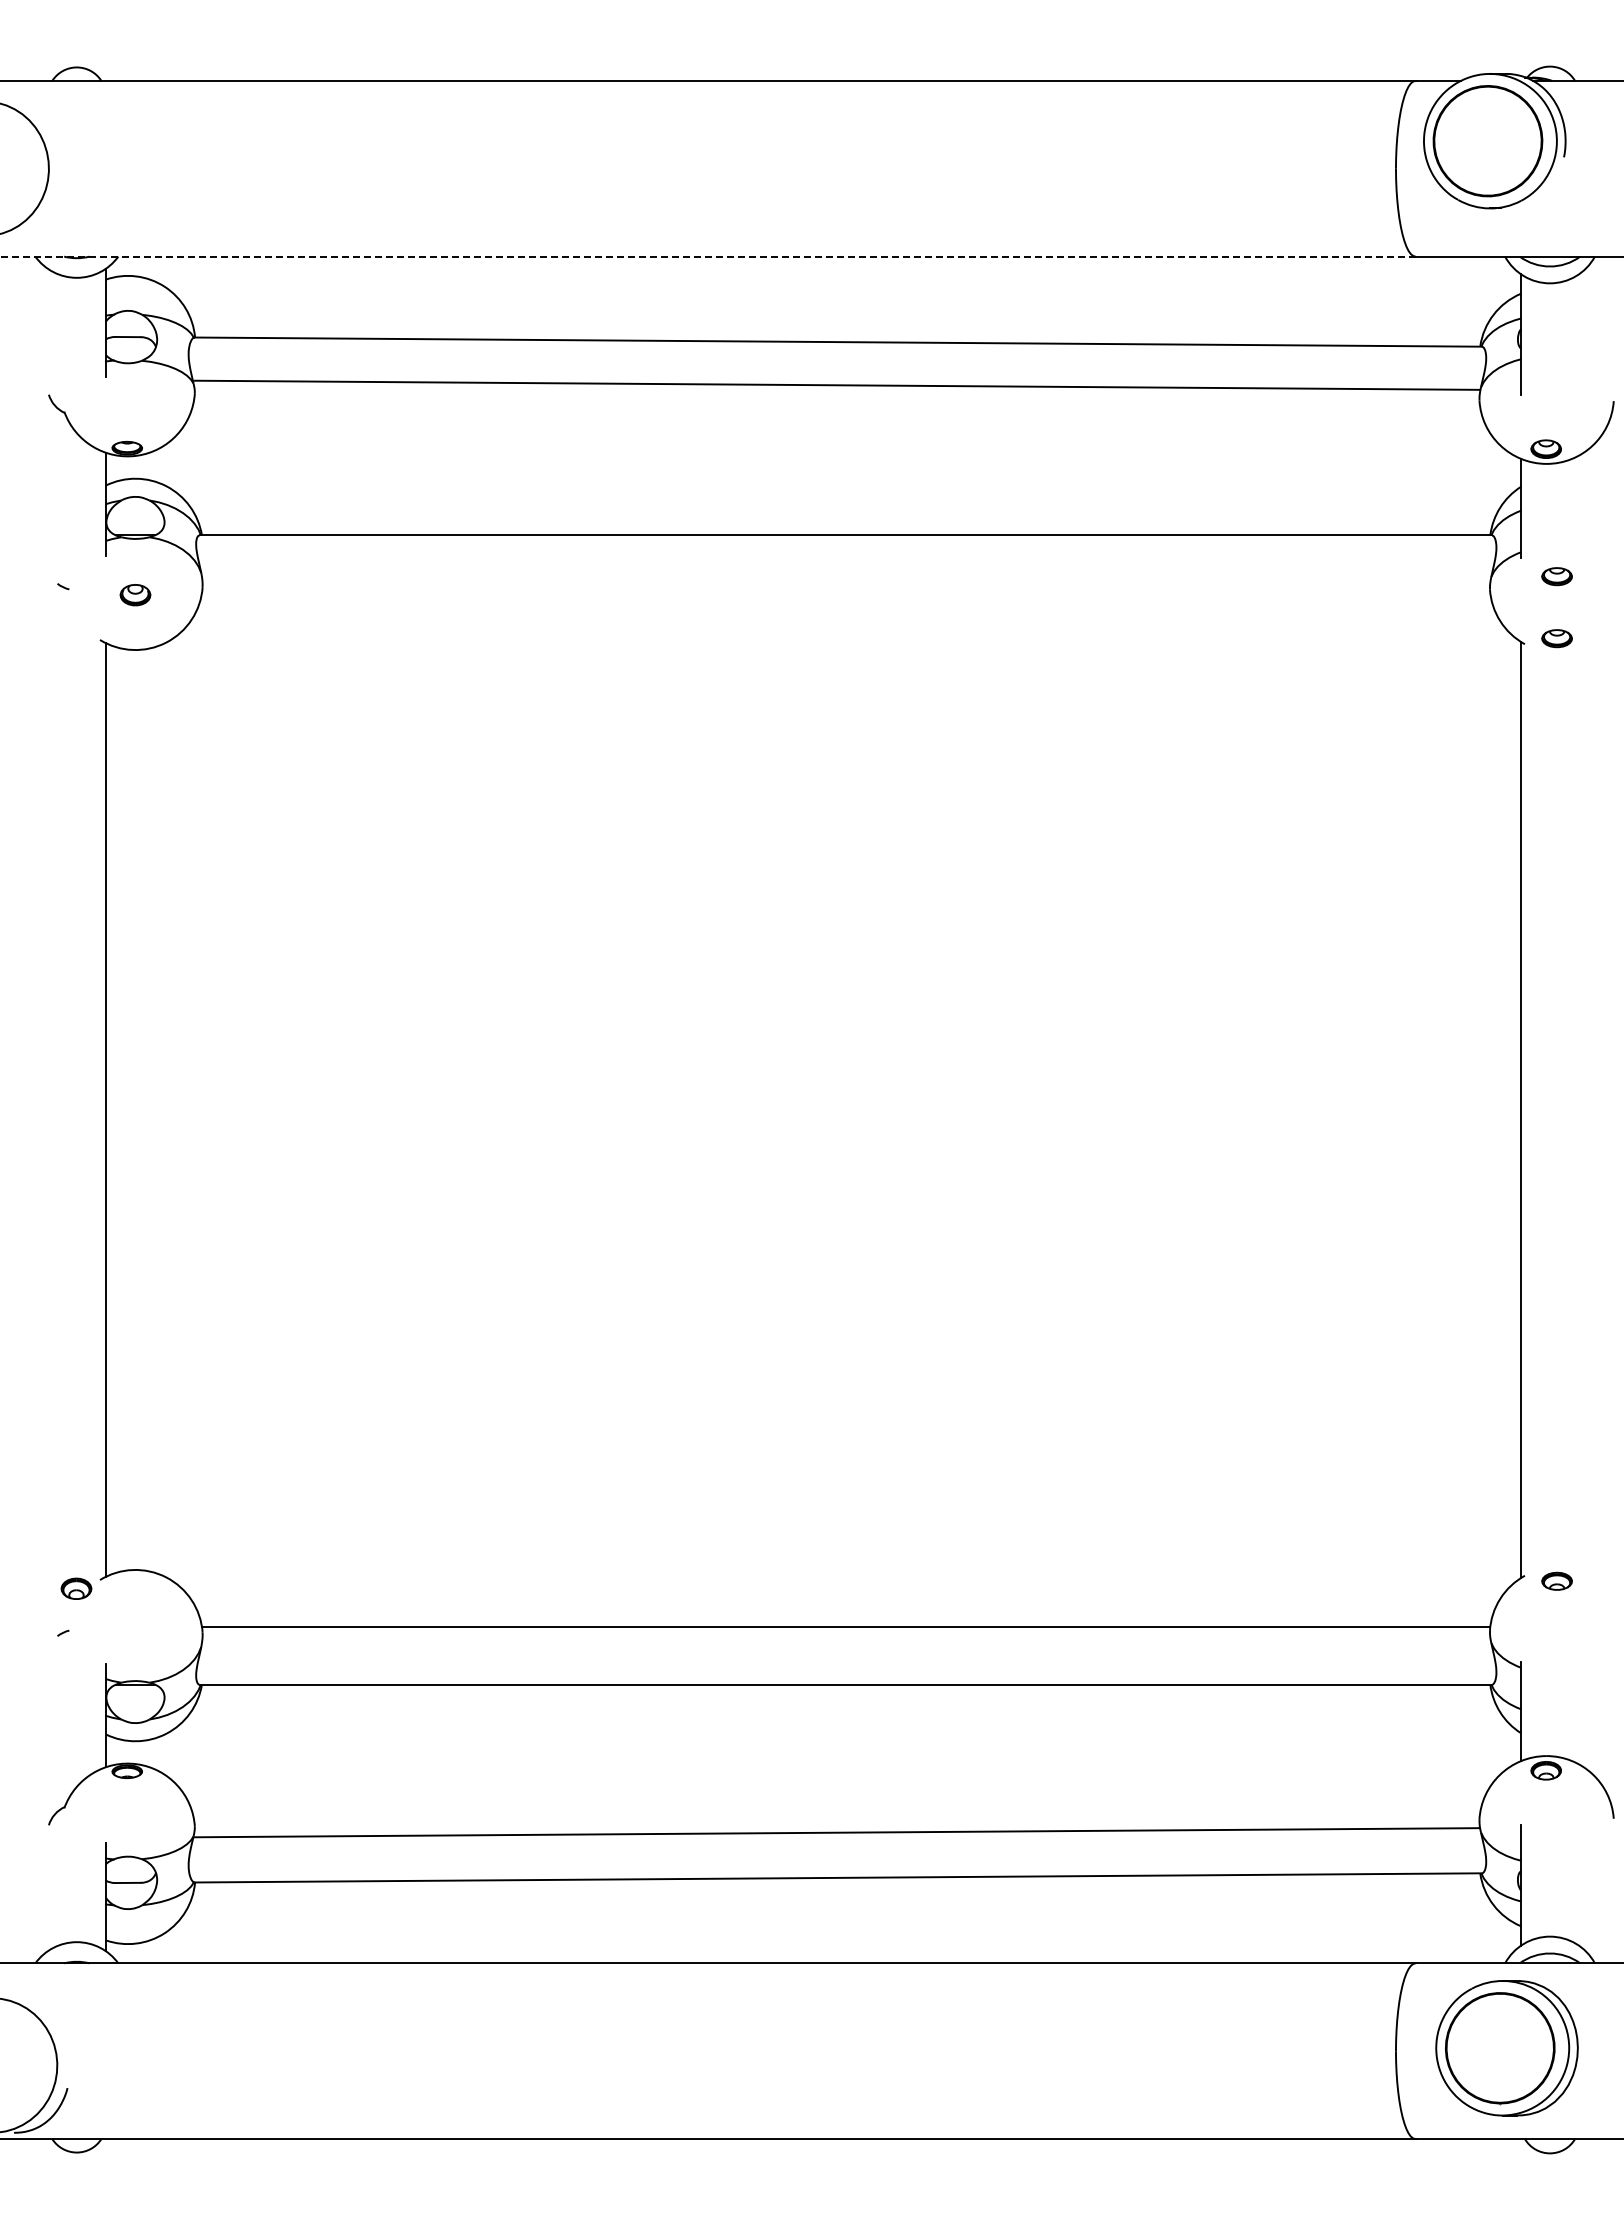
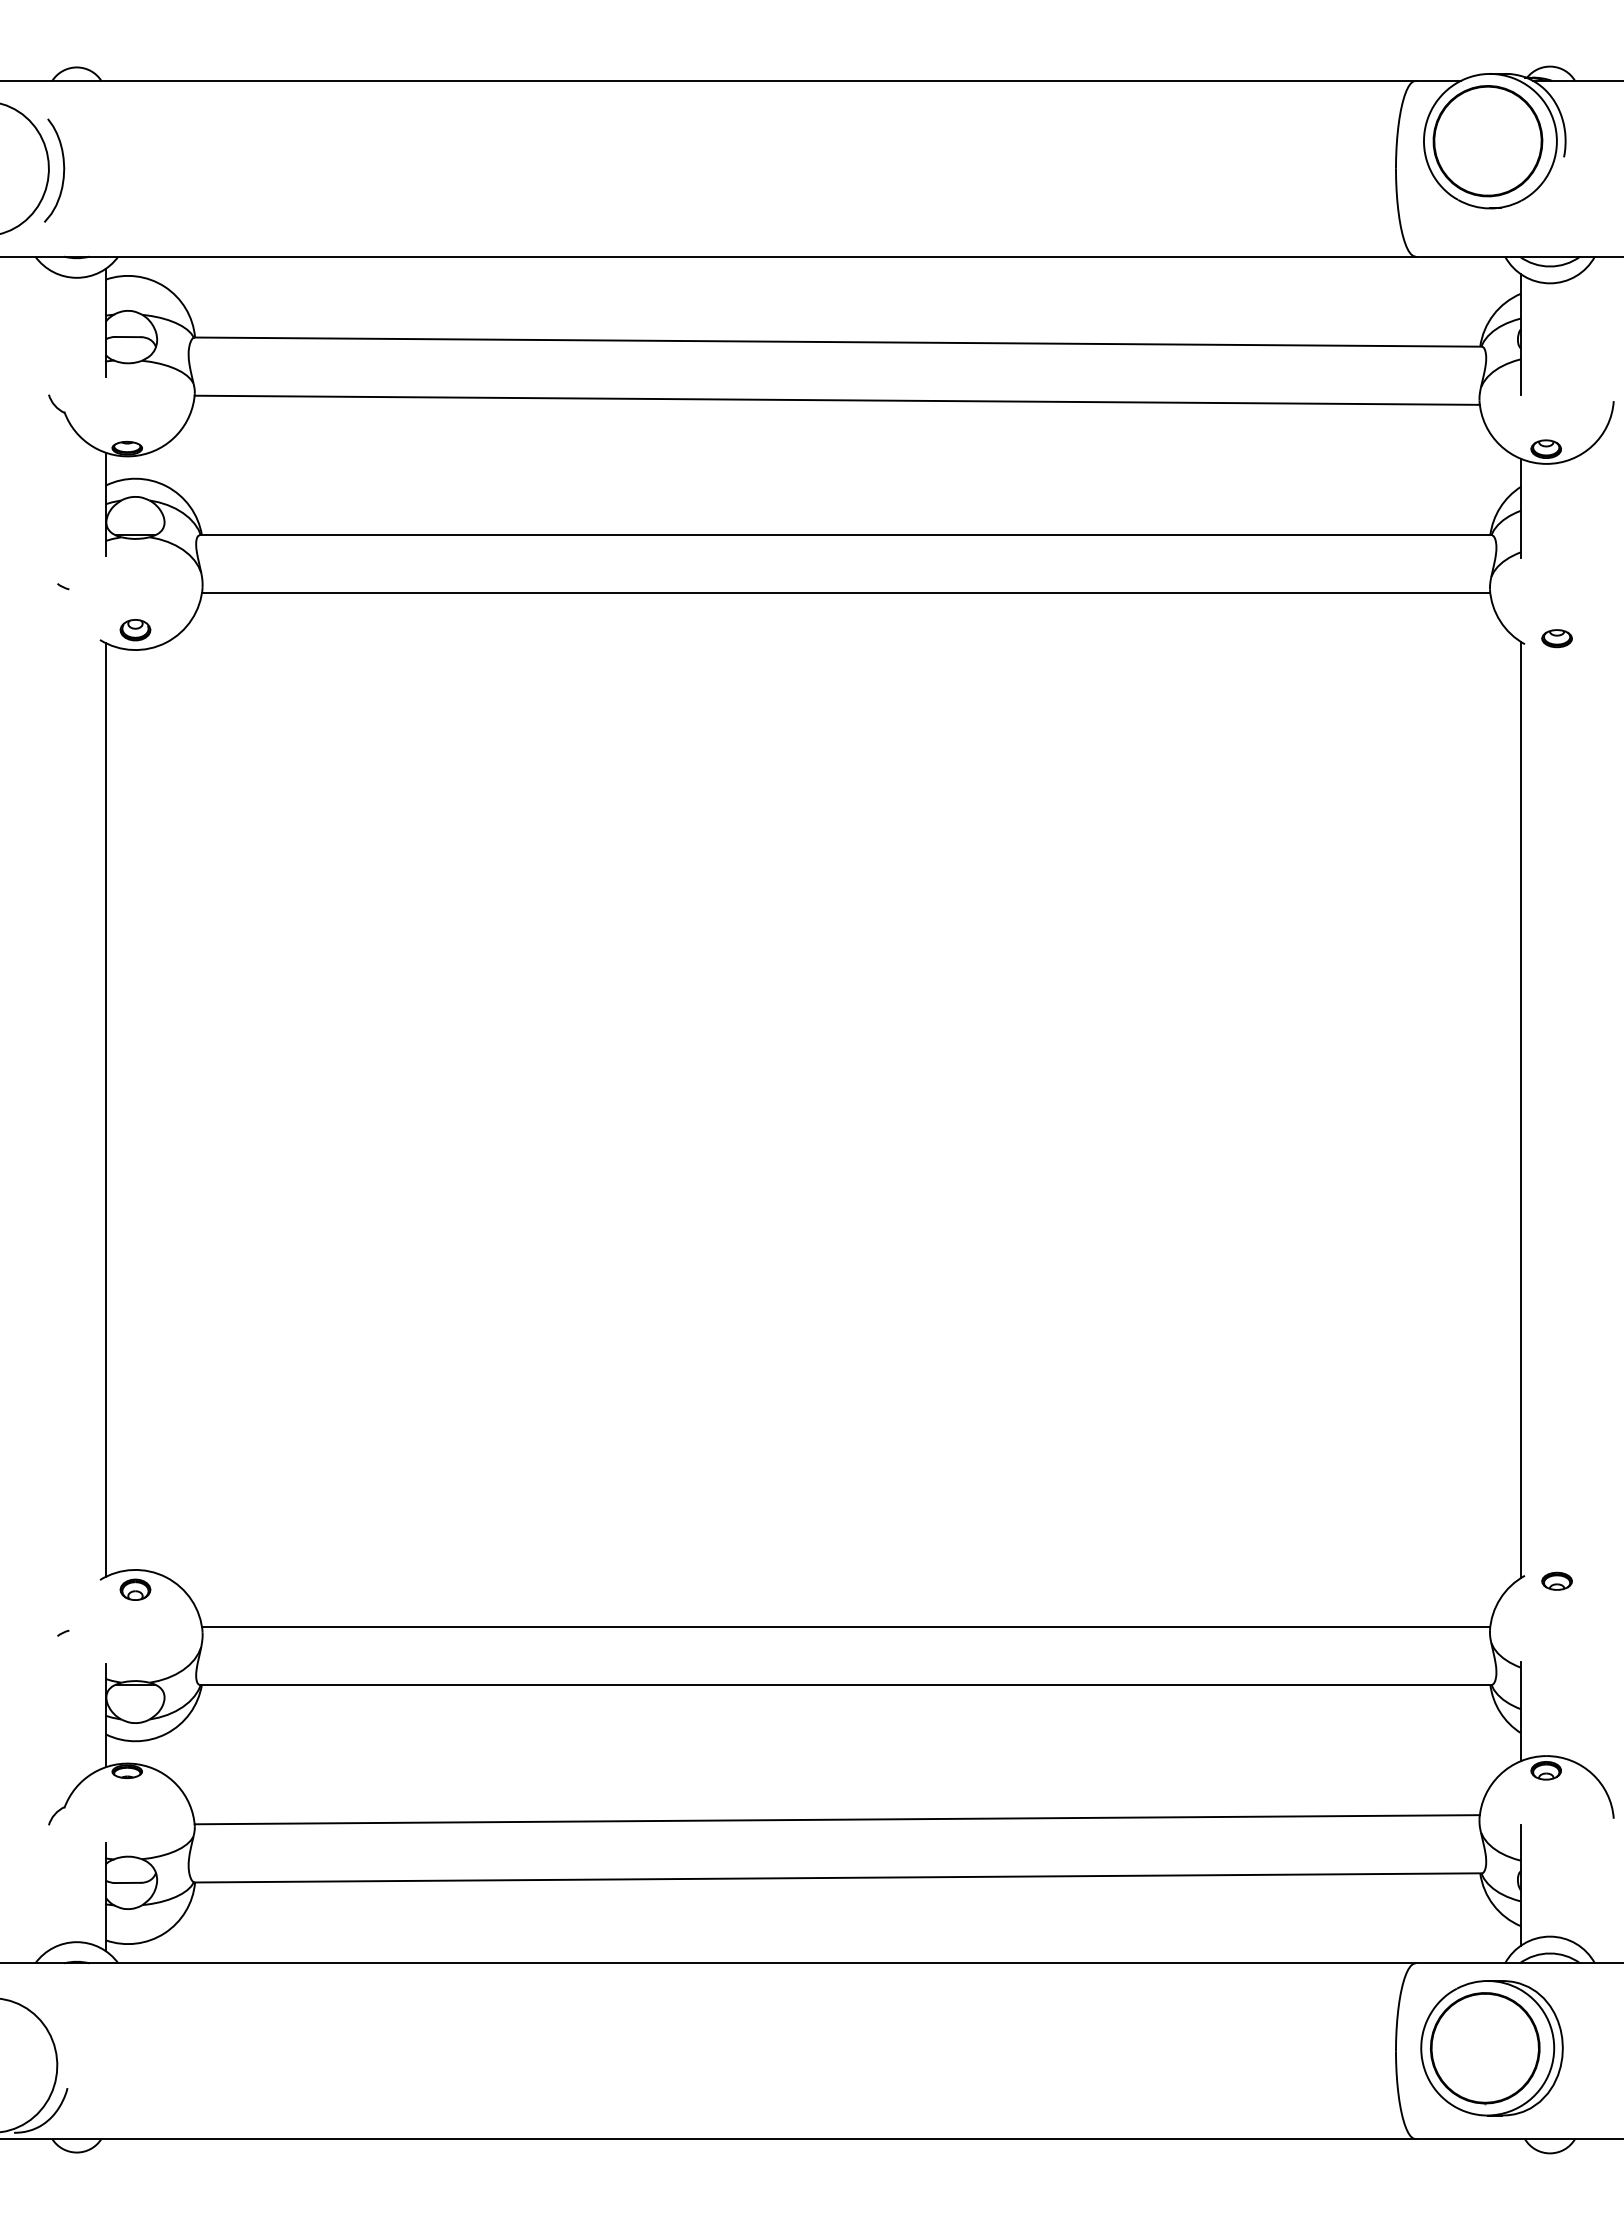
curve at (63, 170): none -> present
line at (708, 256): dashed -> solid
line at (836, 384) position: (836, 384) -> (836, 399)
part at (1556, 576): present -> none
line at (845, 593): none -> present
part at (135, 595) position: (135, 595) -> (135, 630)
part at (76, 1588) position: (76, 1588) -> (135, 1589)
line at (836, 1832) position: (836, 1832) -> (836, 1819)
part at (1506, 2048) position: (1506, 2048) -> (1491, 2048)
